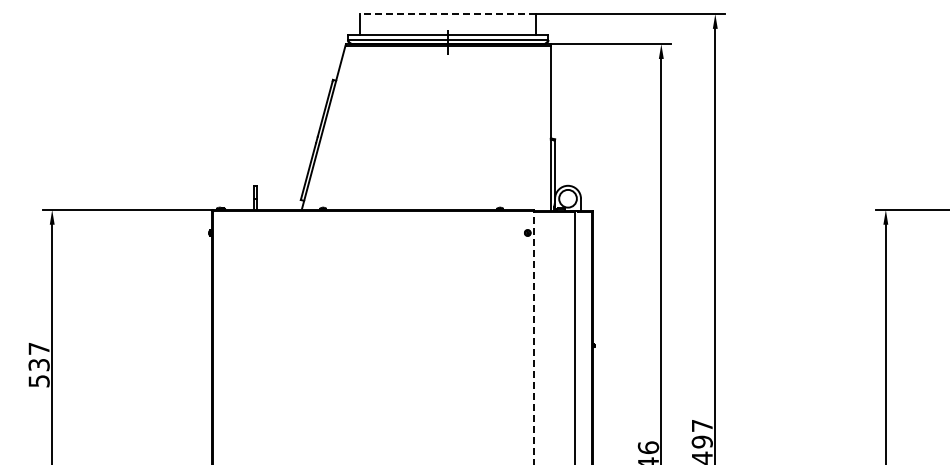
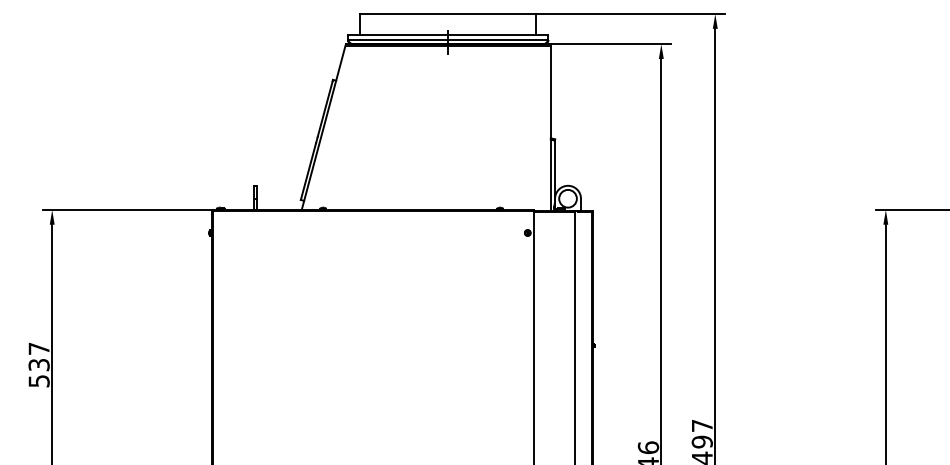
line at (448, 14): dashed -> solid
line at (533, 337): dashed -> solid
